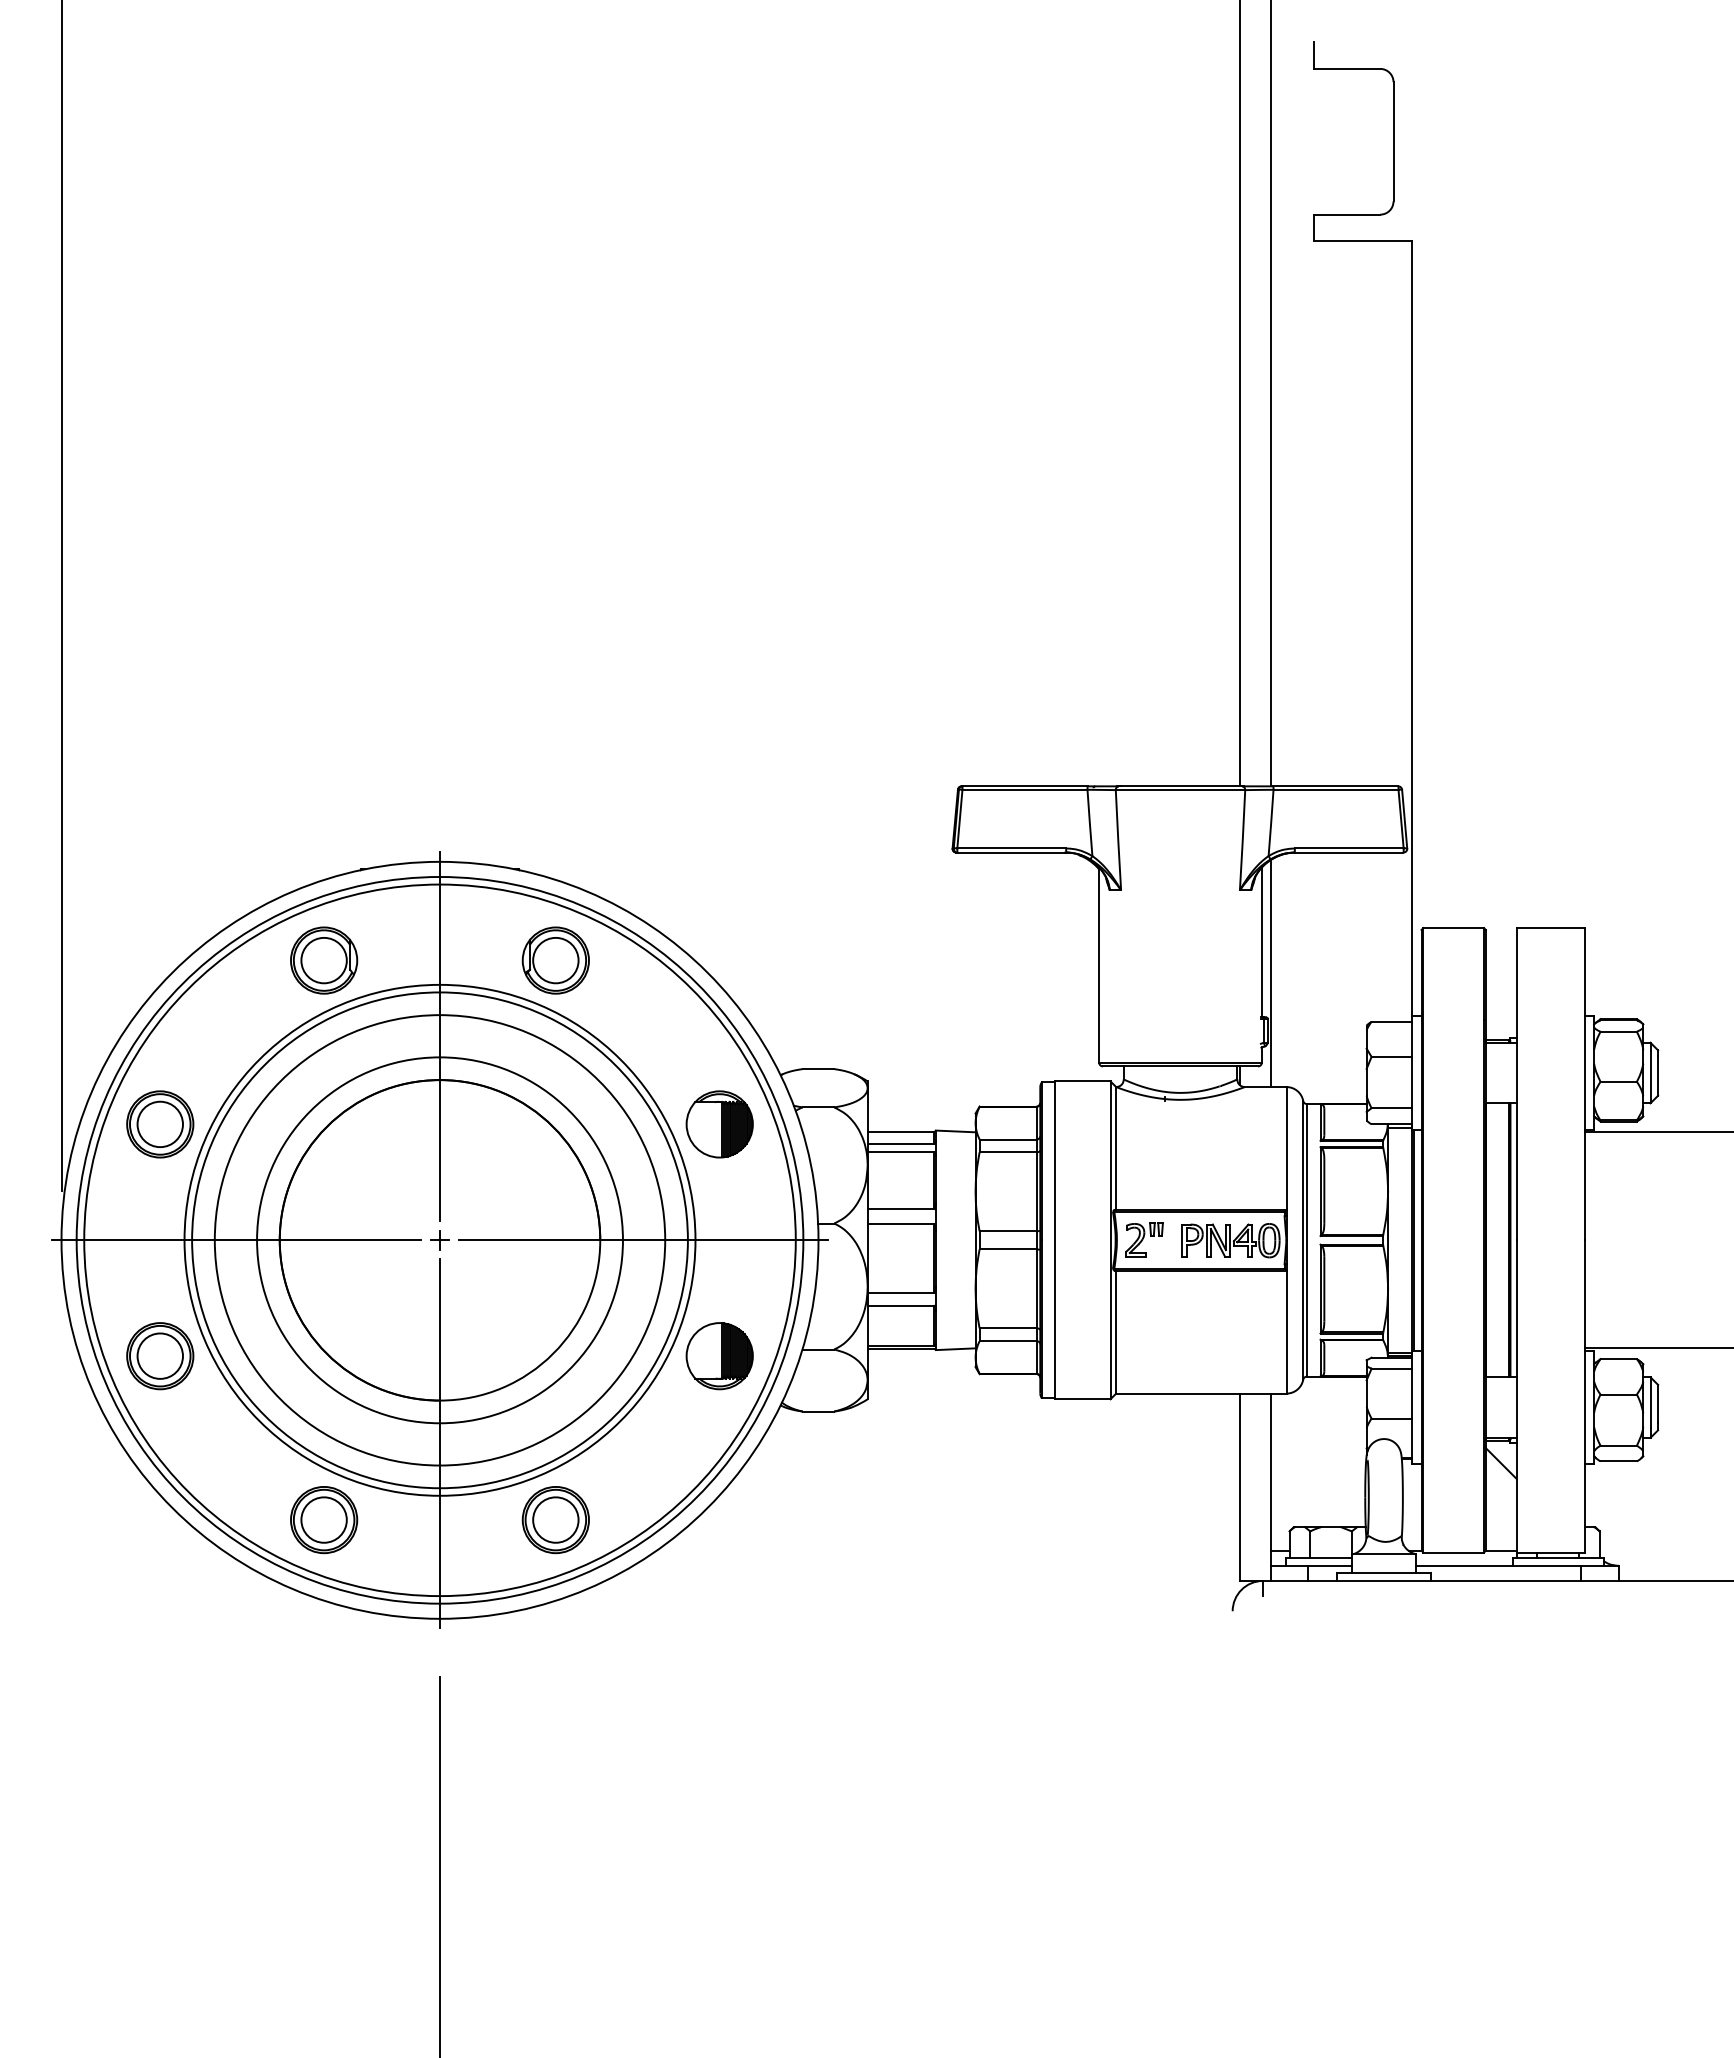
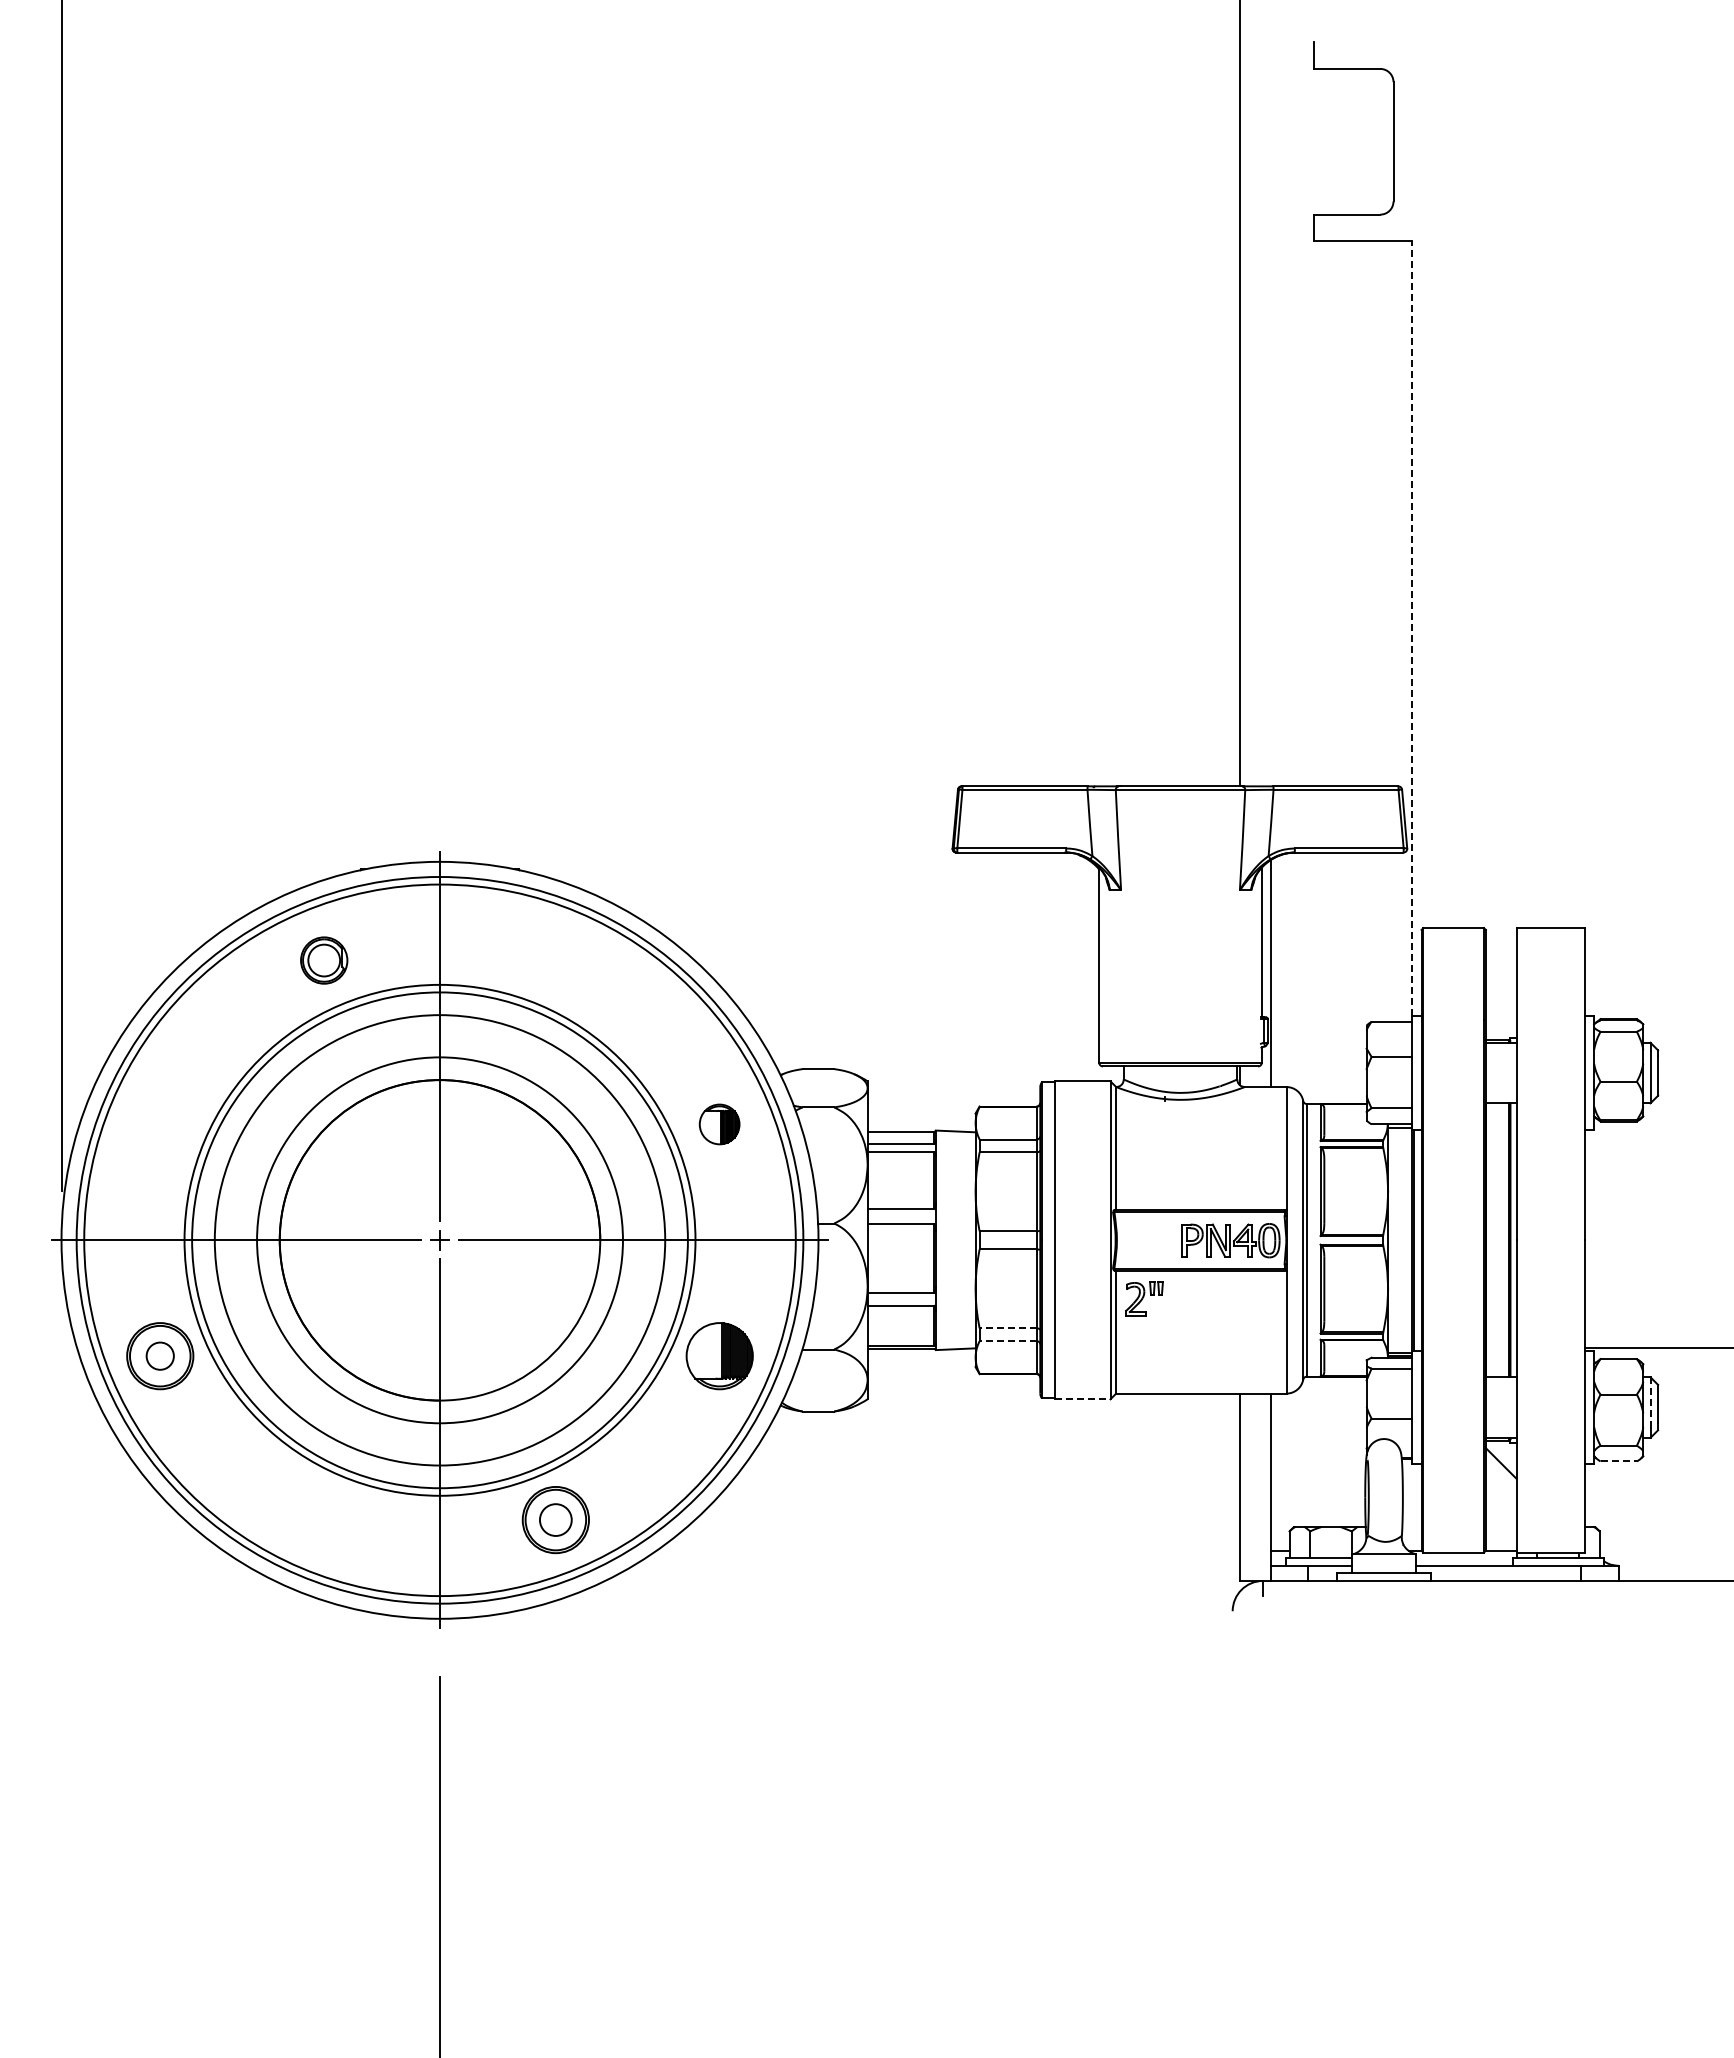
line at (1270, 394): present -> none
line at (1412, 628): solid -> dashed
part at (324, 960) size: 69x69 px -> 49x49 px
part at (555, 960): present -> none
part at (160, 1124): present -> none
part at (719, 1124) size: 69x69 px -> 43x43 px
line at (1657, 1132): present -> none
part at (1144, 1239) position: (1144, 1239) -> (1144, 1298)
line at (1007, 1328): solid -> dashed
line at (1007, 1341): solid -> dashed
circle at (159, 1355) diameter: 45 px -> 27 px
line at (1082, 1399): solid -> dashed
line at (1650, 1402): solid -> dashed
line at (1619, 1461): solid -> dashed
circle at (555, 1519) diameter: 45 px -> 32 px
part at (324, 1520): present -> none
